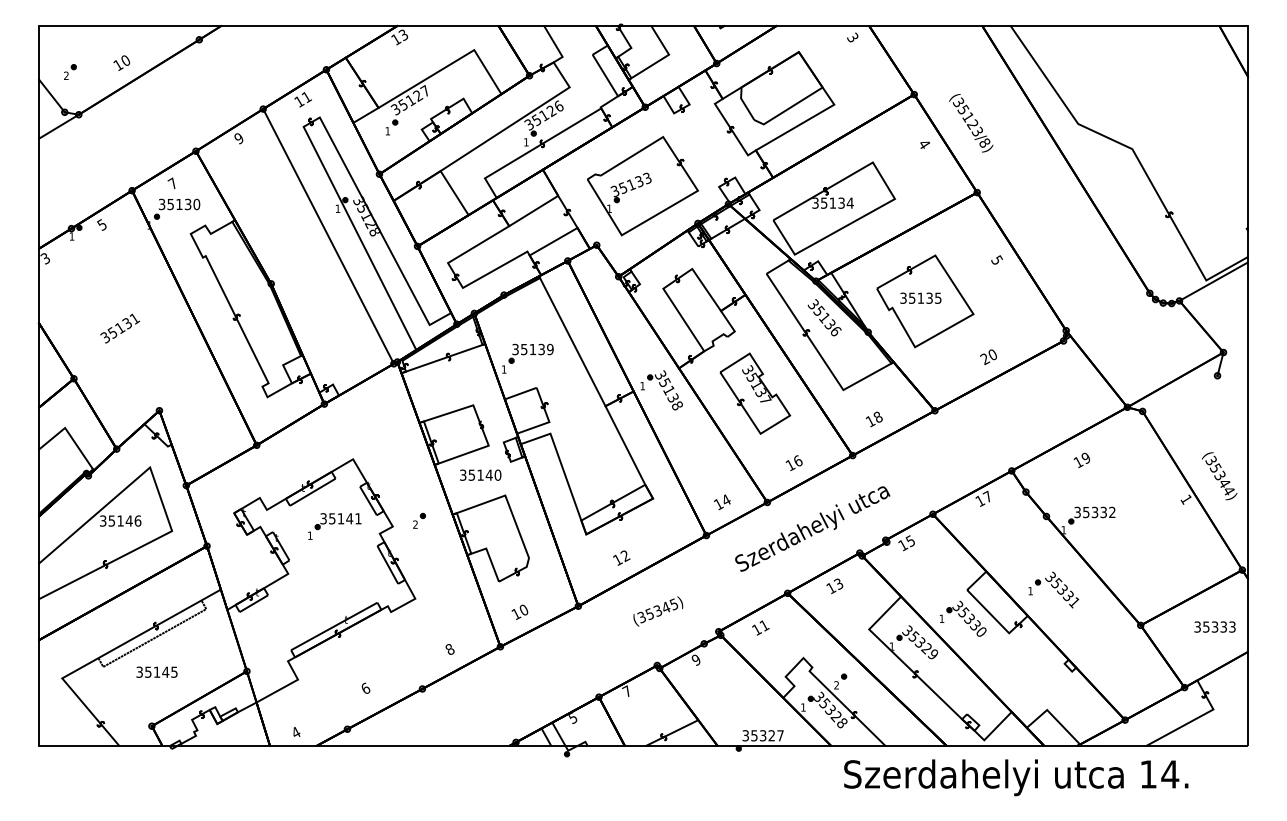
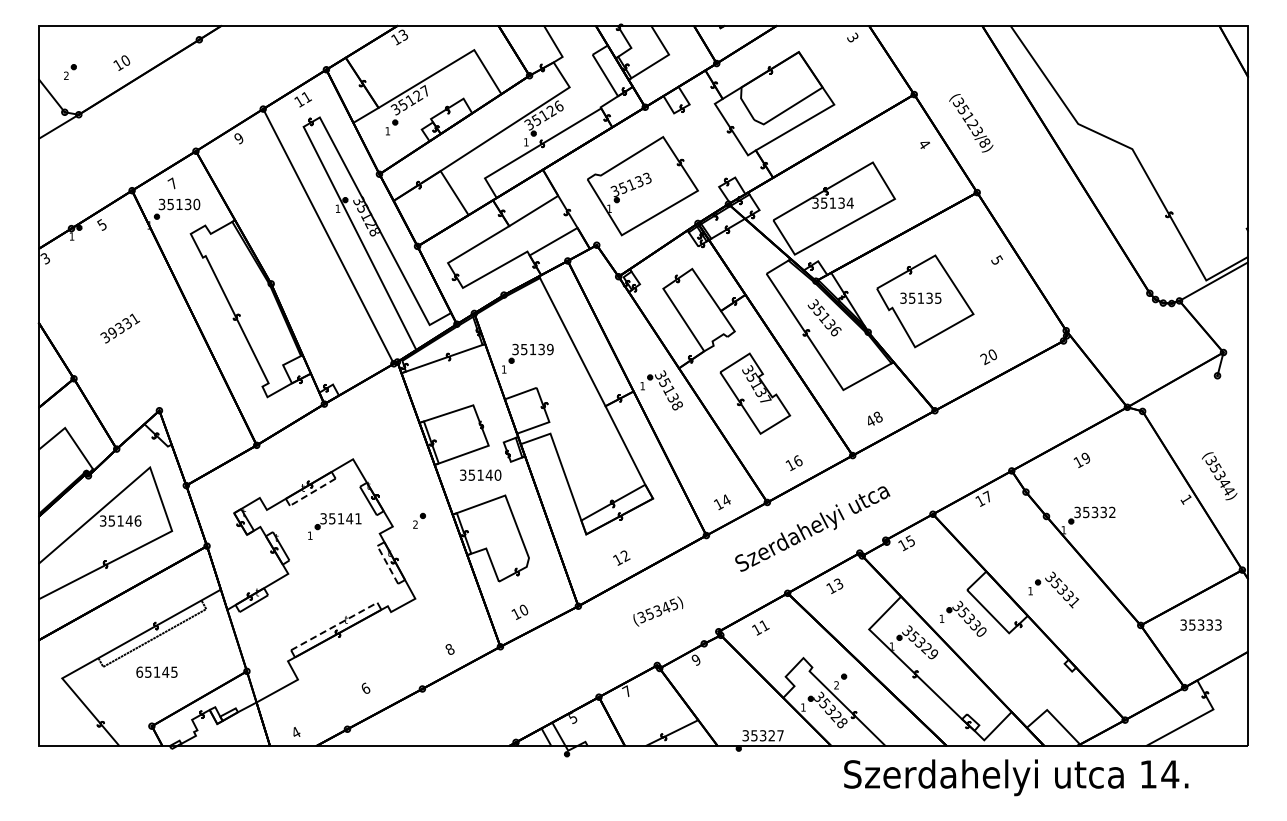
text at (116, 330): 35131 -> 39331
text at (870, 421): 18 -> 48
line at (312, 492): solid -> dashed
line at (387, 564): solid -> dashed
line at (334, 626): solid -> dashed
text at (1214, 626) position: (1214, 626) -> (1200, 624)
text at (139, 671): 35145 -> 65145
